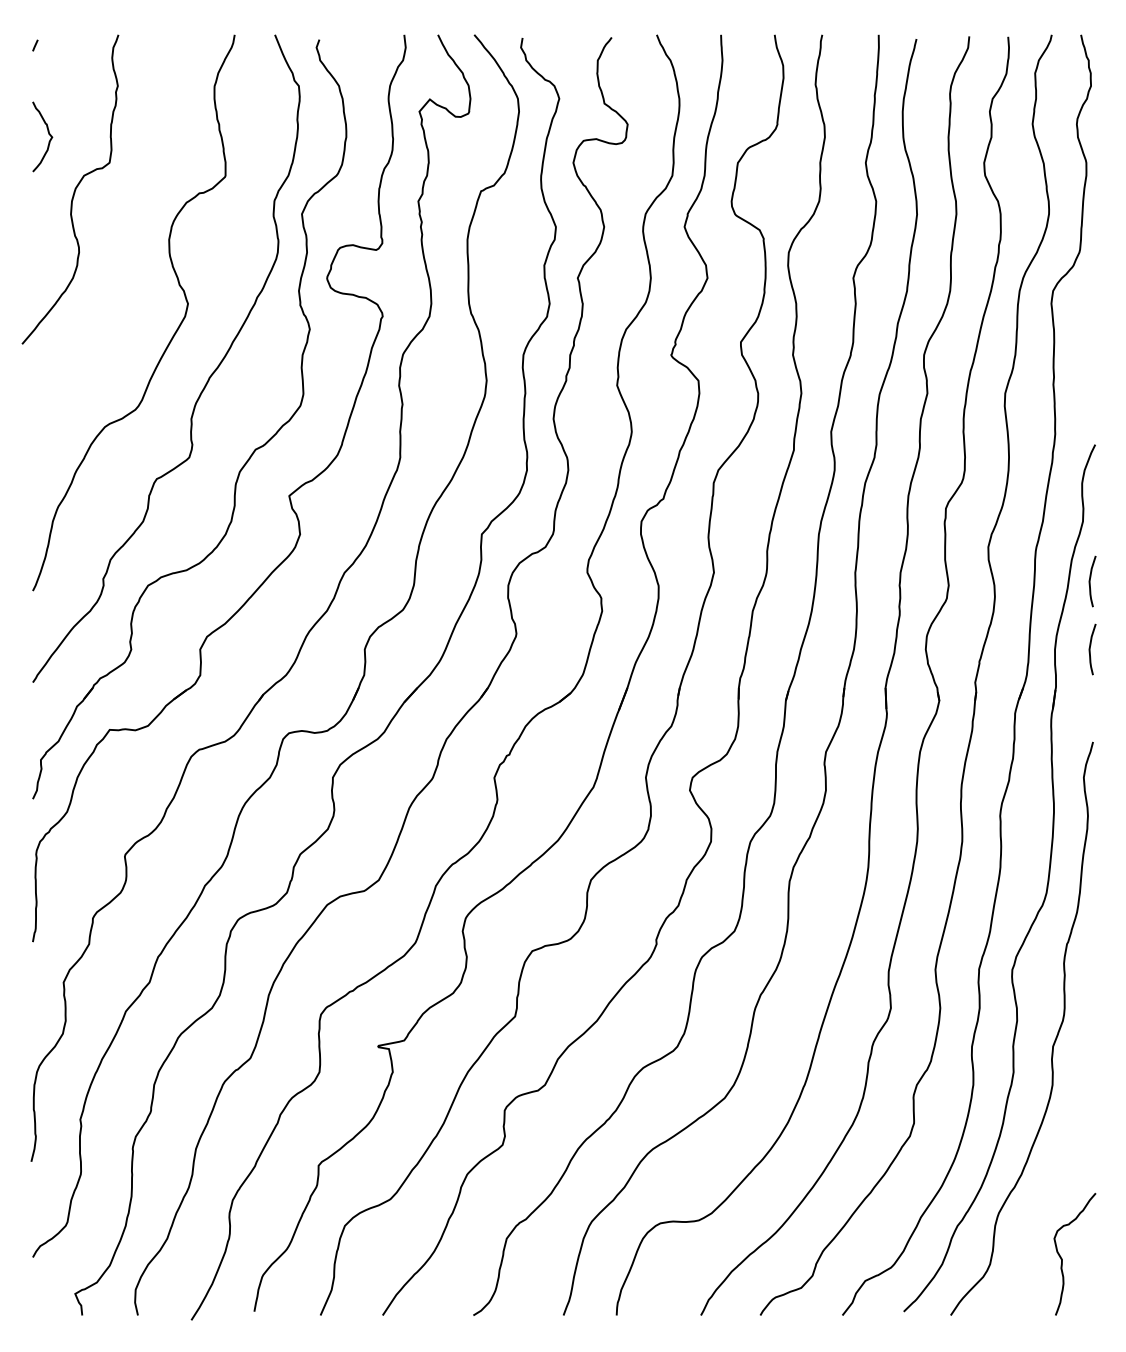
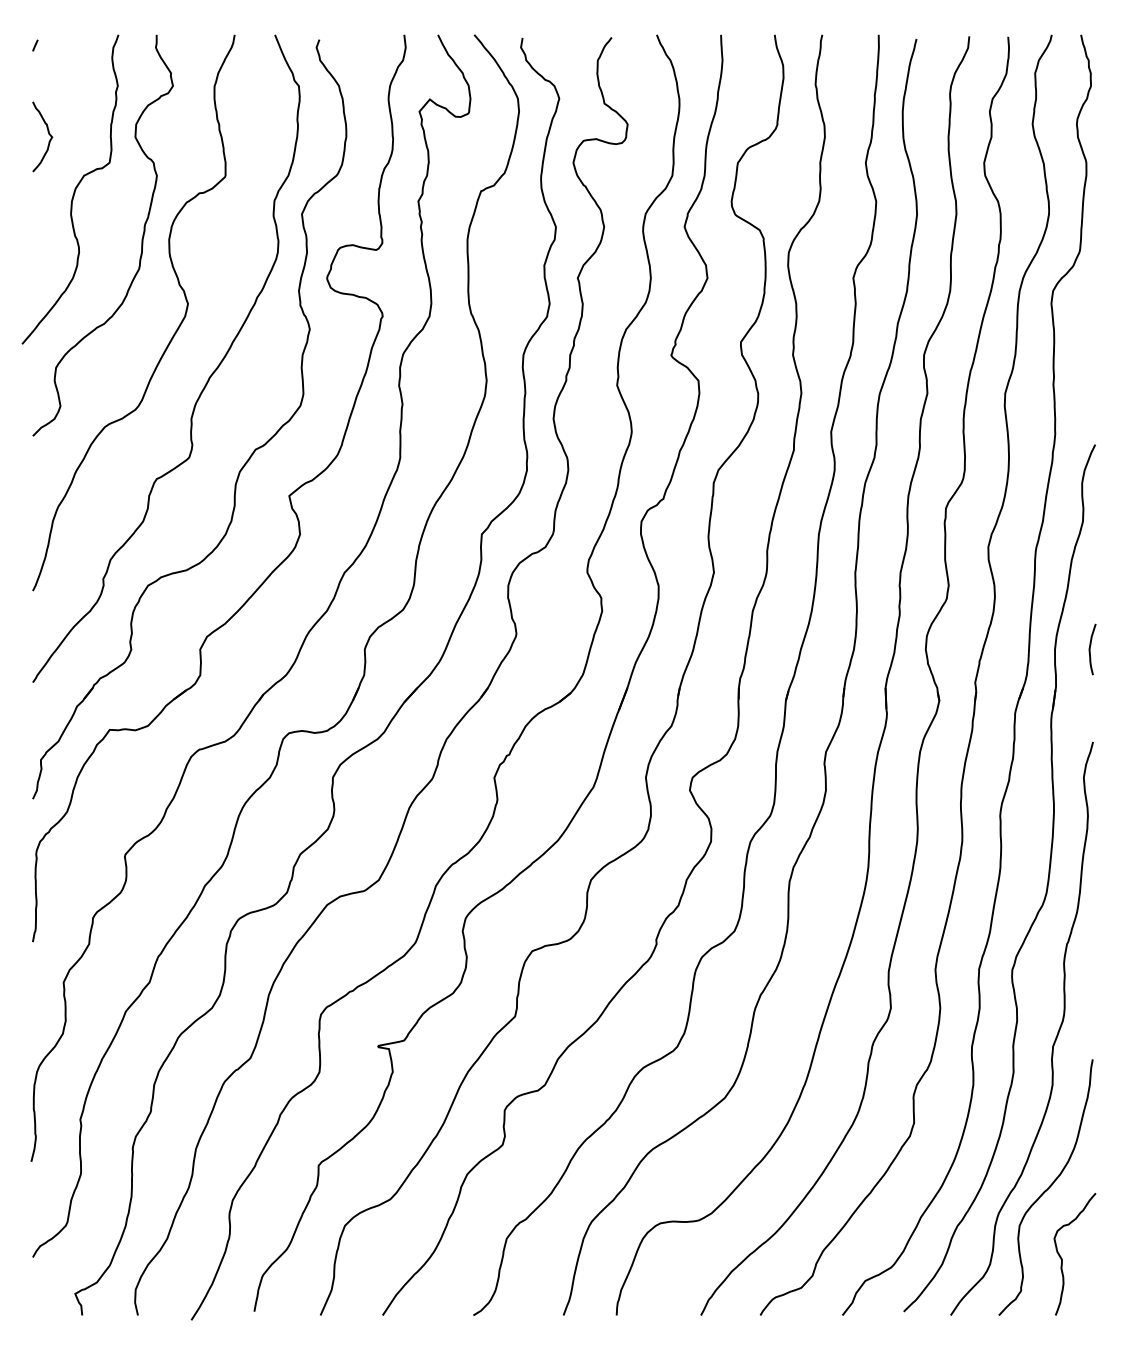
curve at (141, 239): none -> present
curve at (1090, 581): present -> none
curve at (1045, 1189): none -> present
